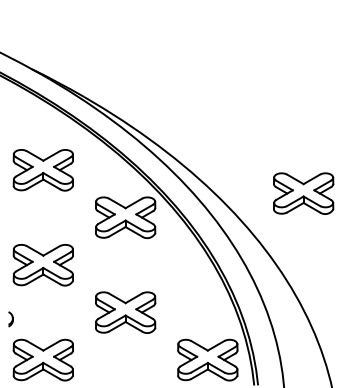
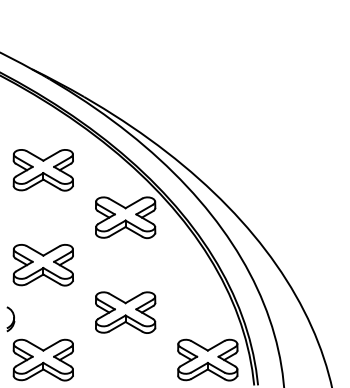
part at (303, 193): present -> none
part at (10, 319) size: 6x17 px -> 10x27 px
